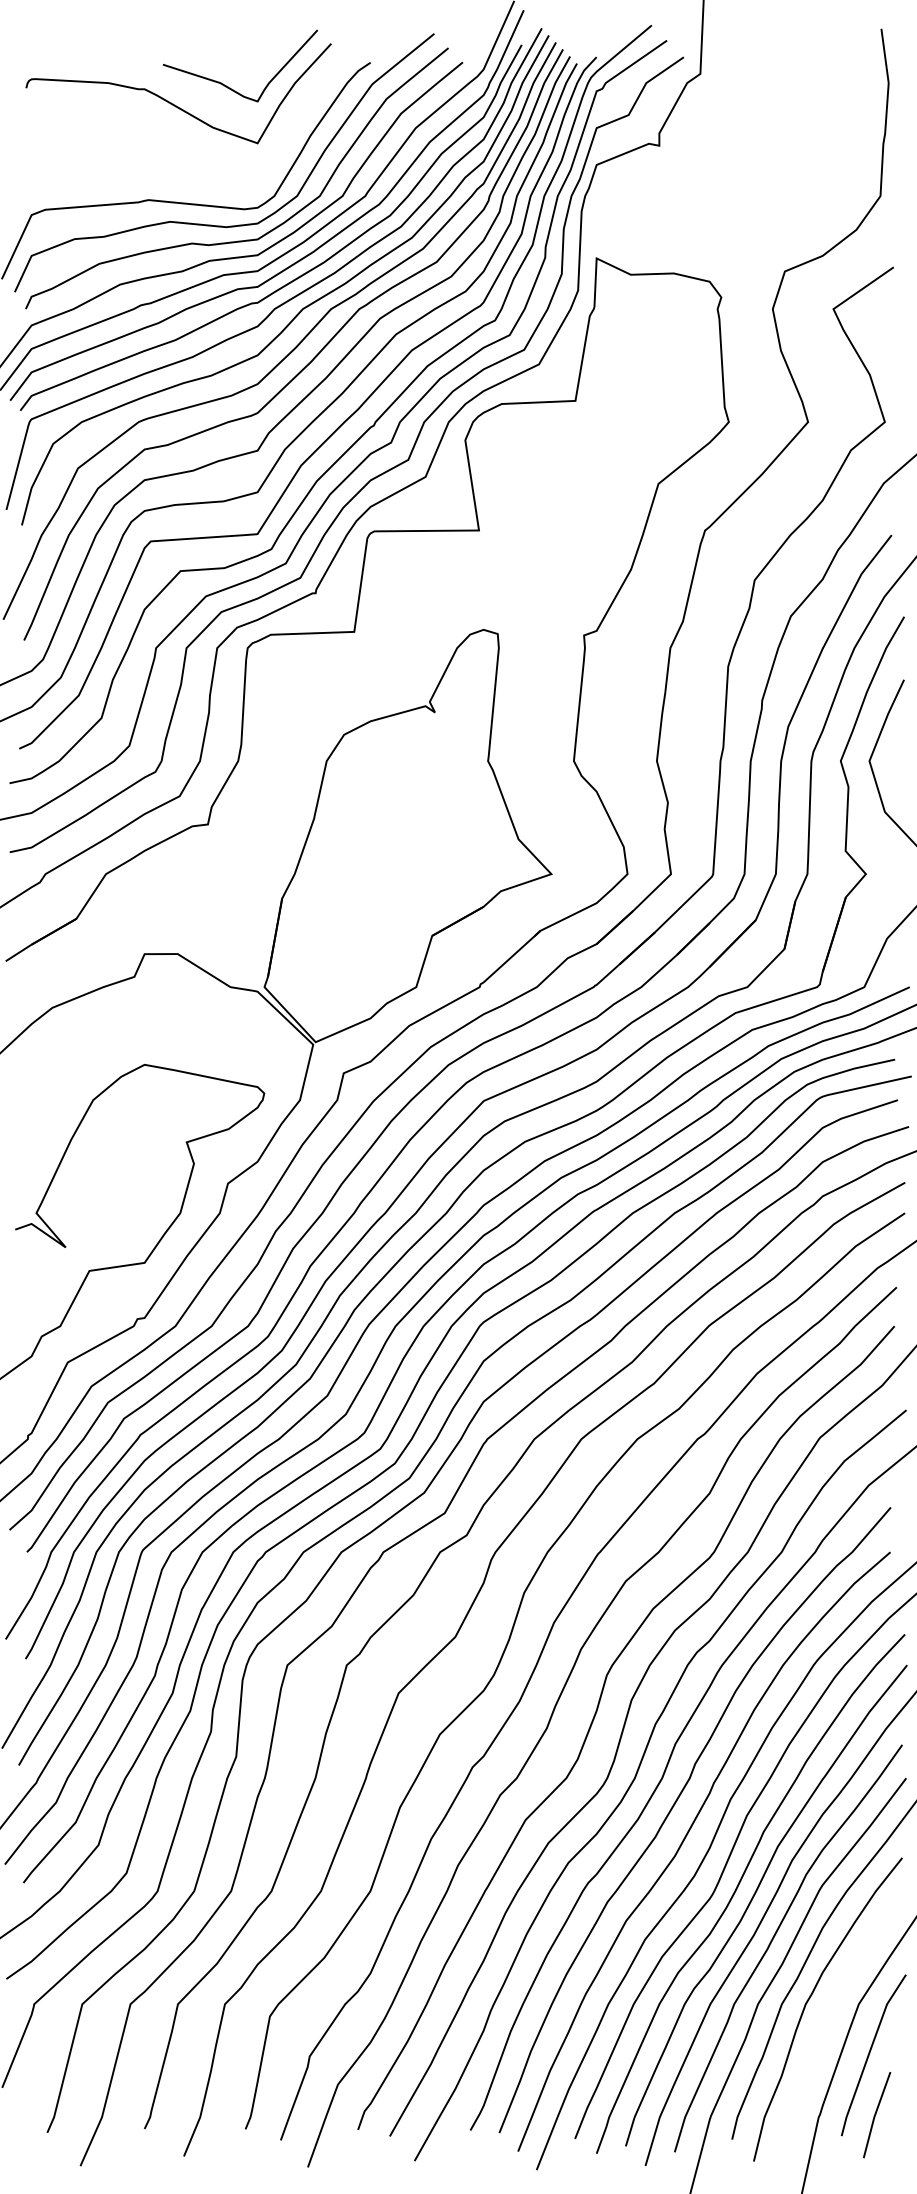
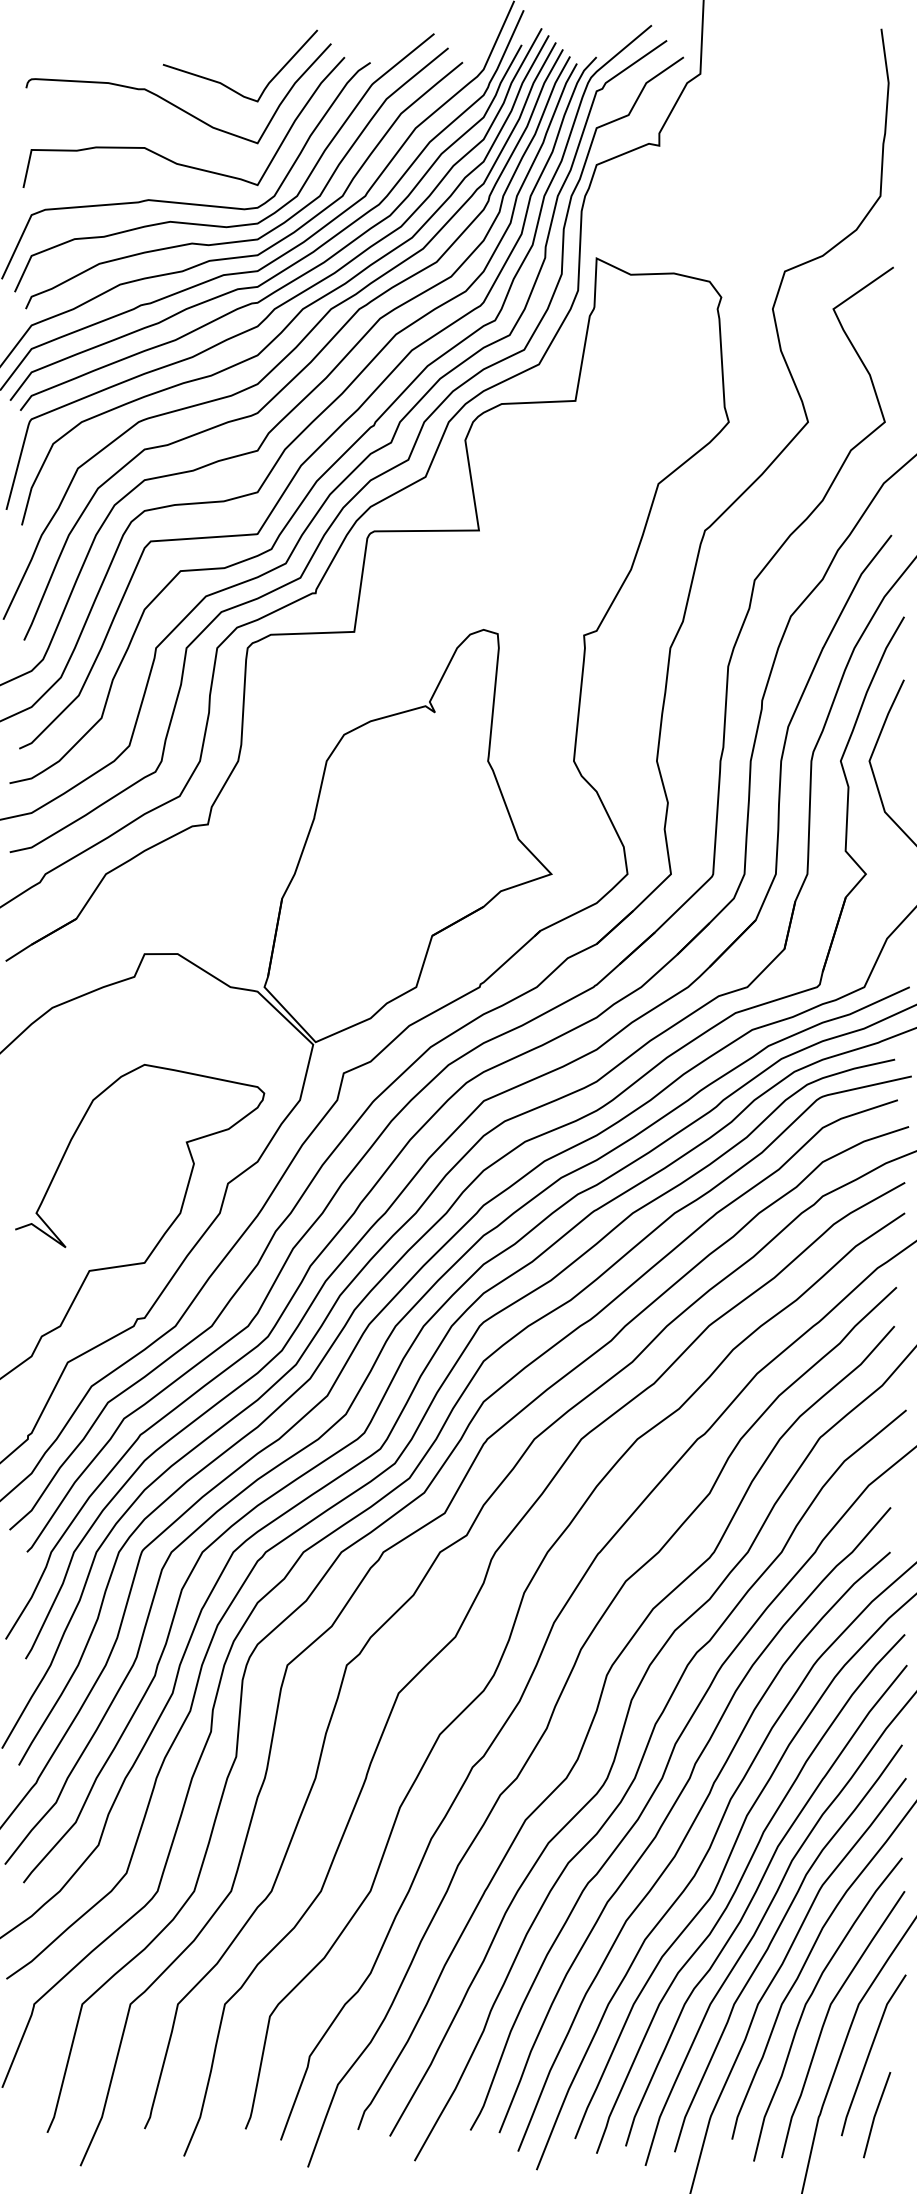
curve at (166, 157): none -> present
curve at (826, 2019): none -> present
